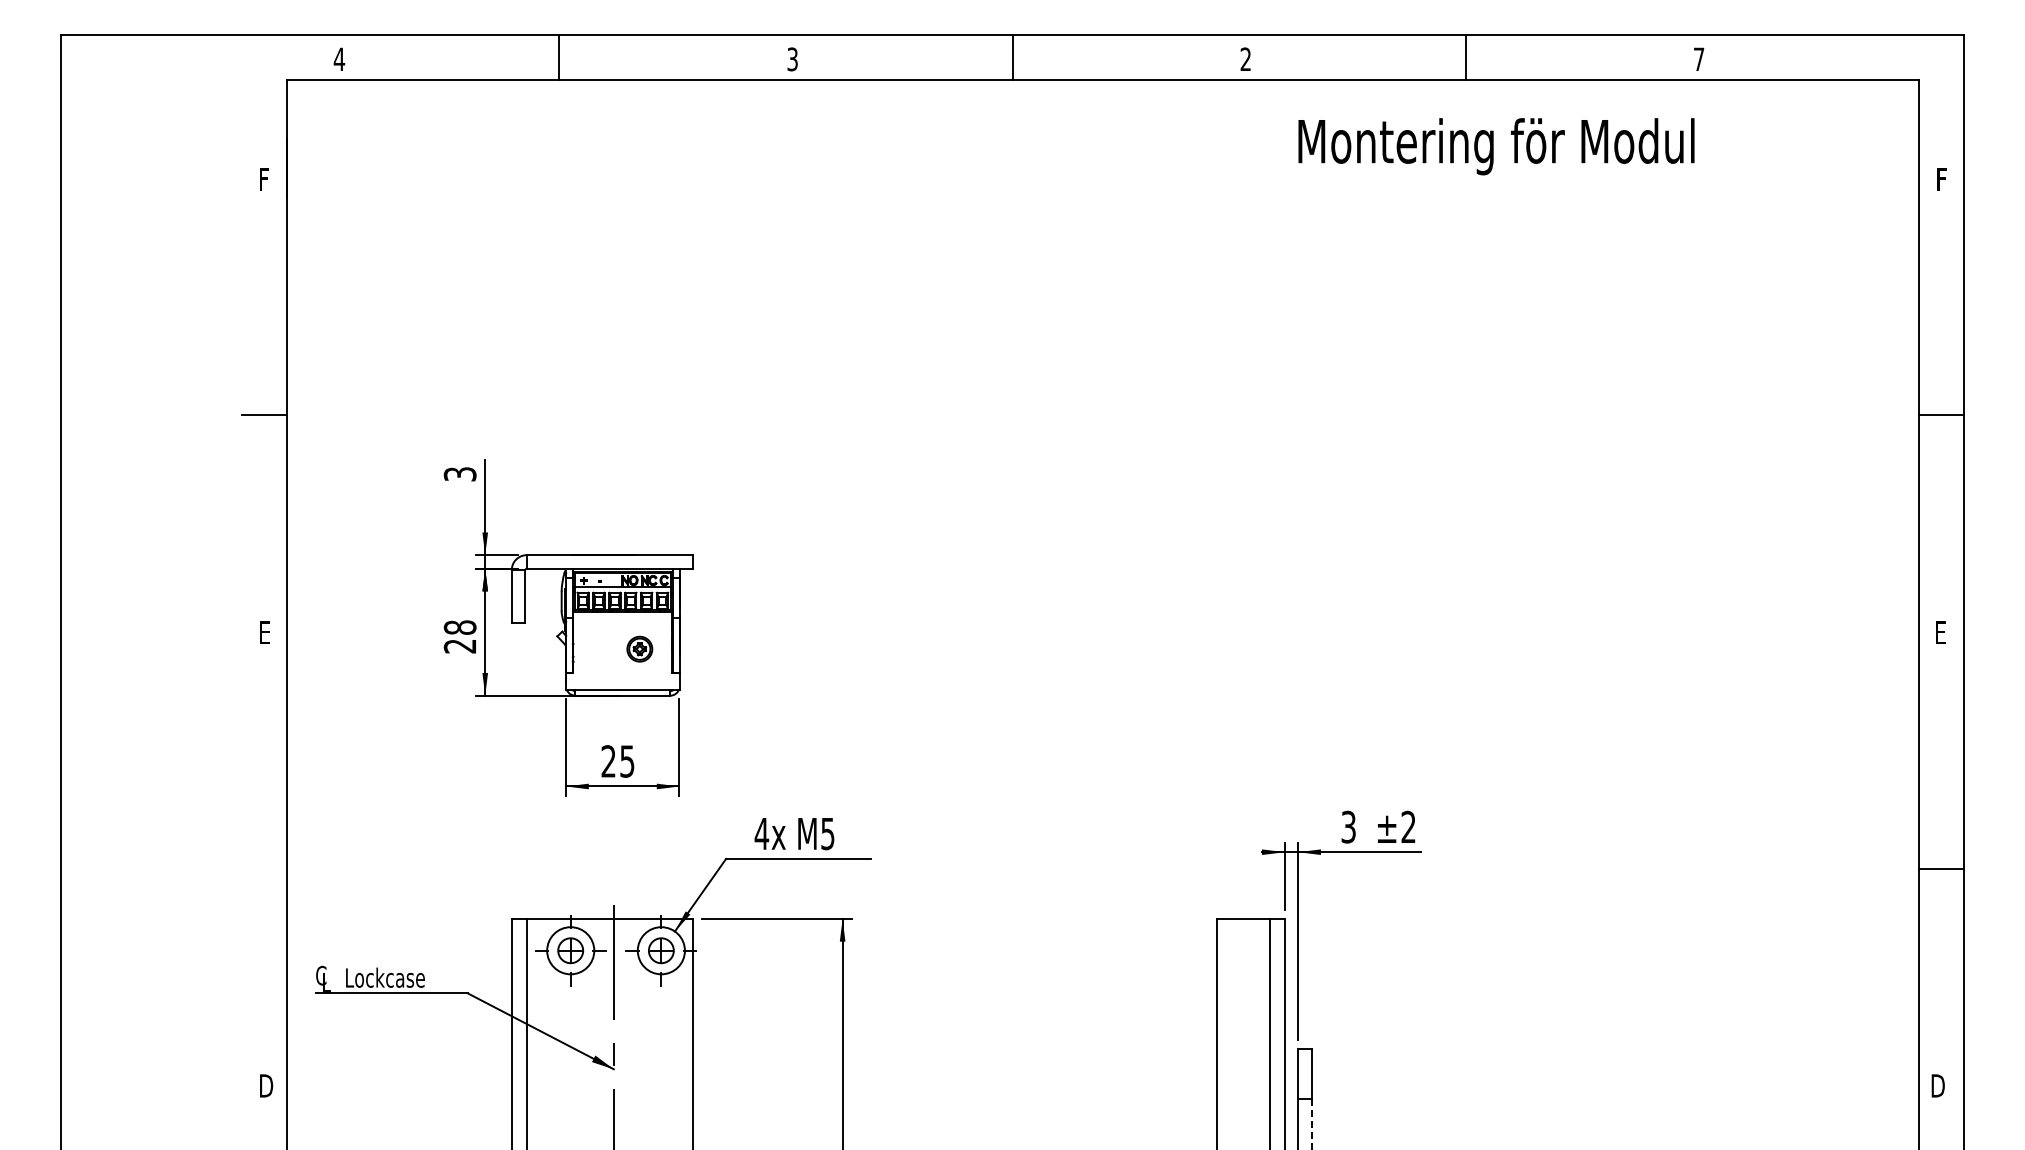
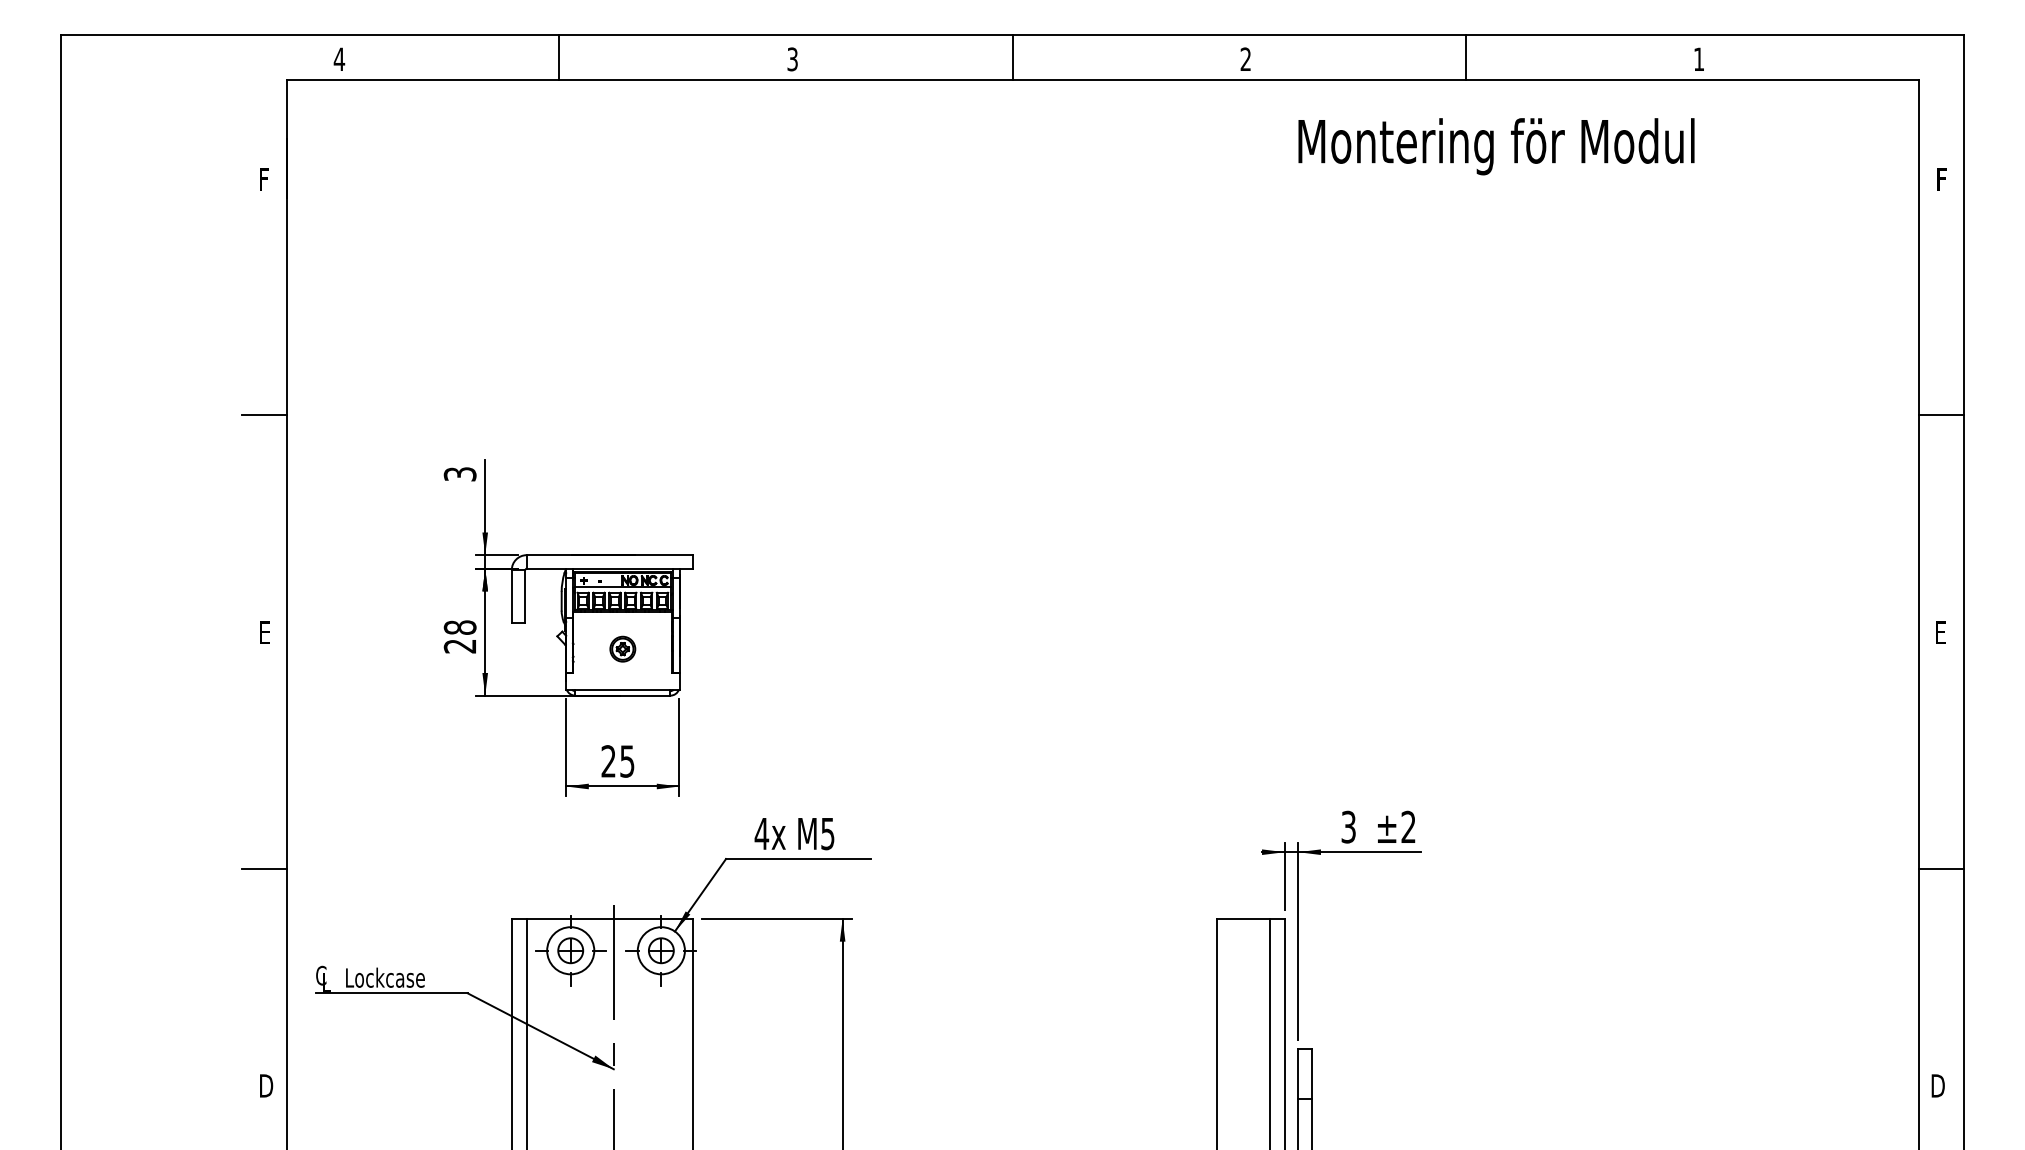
text at (1699, 58): 7 -> 1
part at (639, 648) position: (639, 648) -> (622, 648)
line at (264, 868): none -> present
line at (1311, 1123): dashed -> solid
